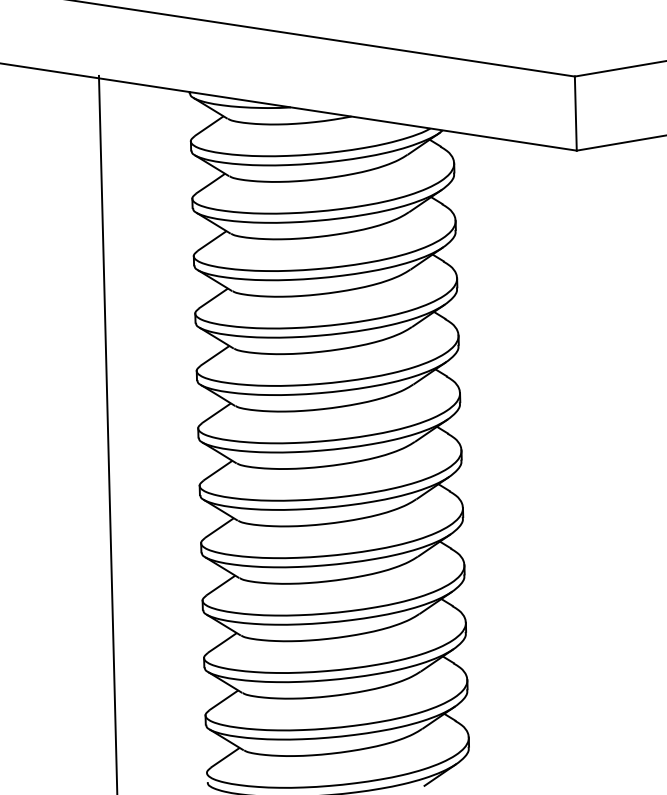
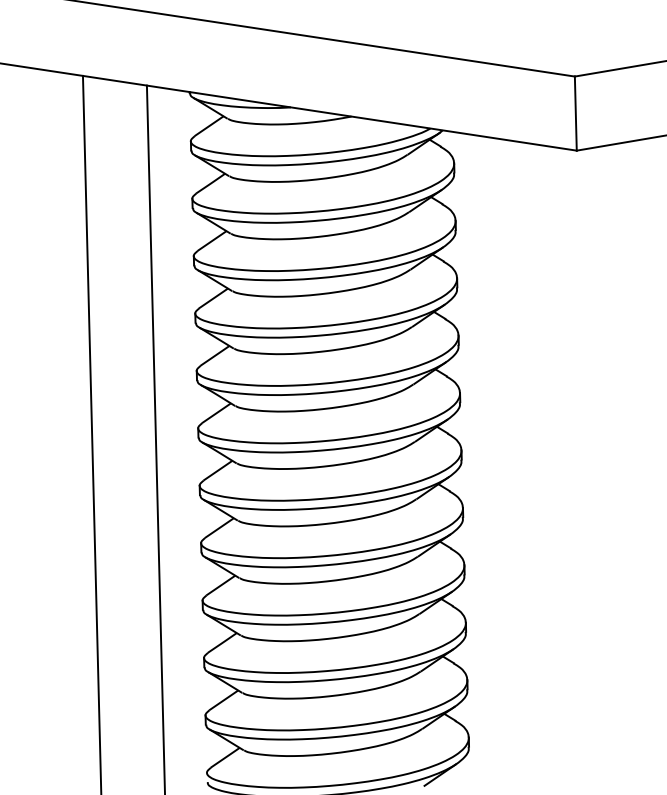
line at (107, 433) position: (107, 433) -> (91, 433)
line at (155, 438): none -> present
